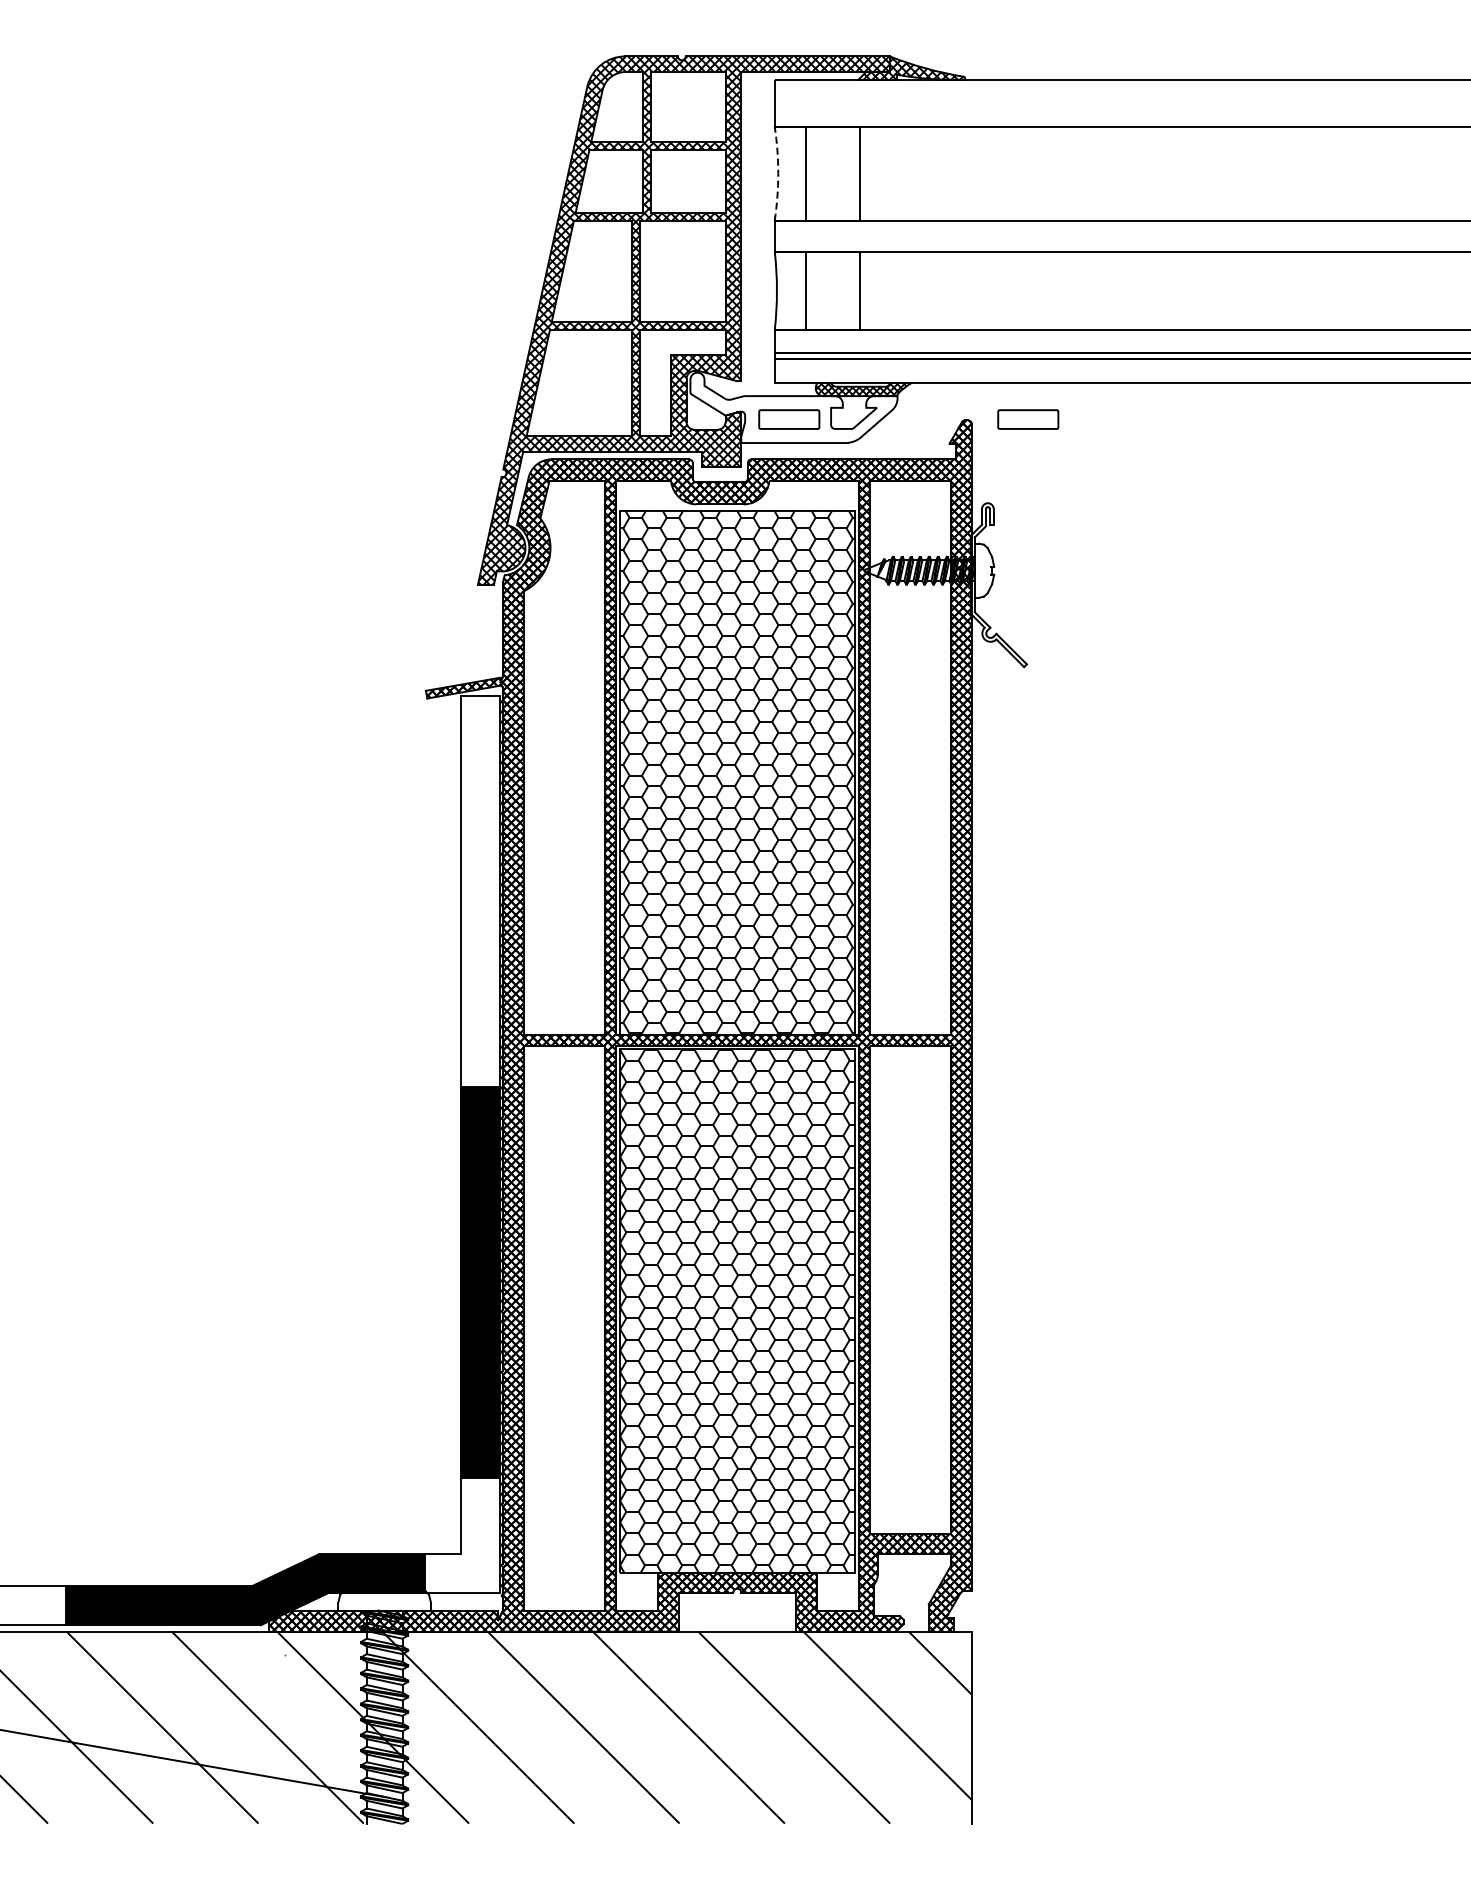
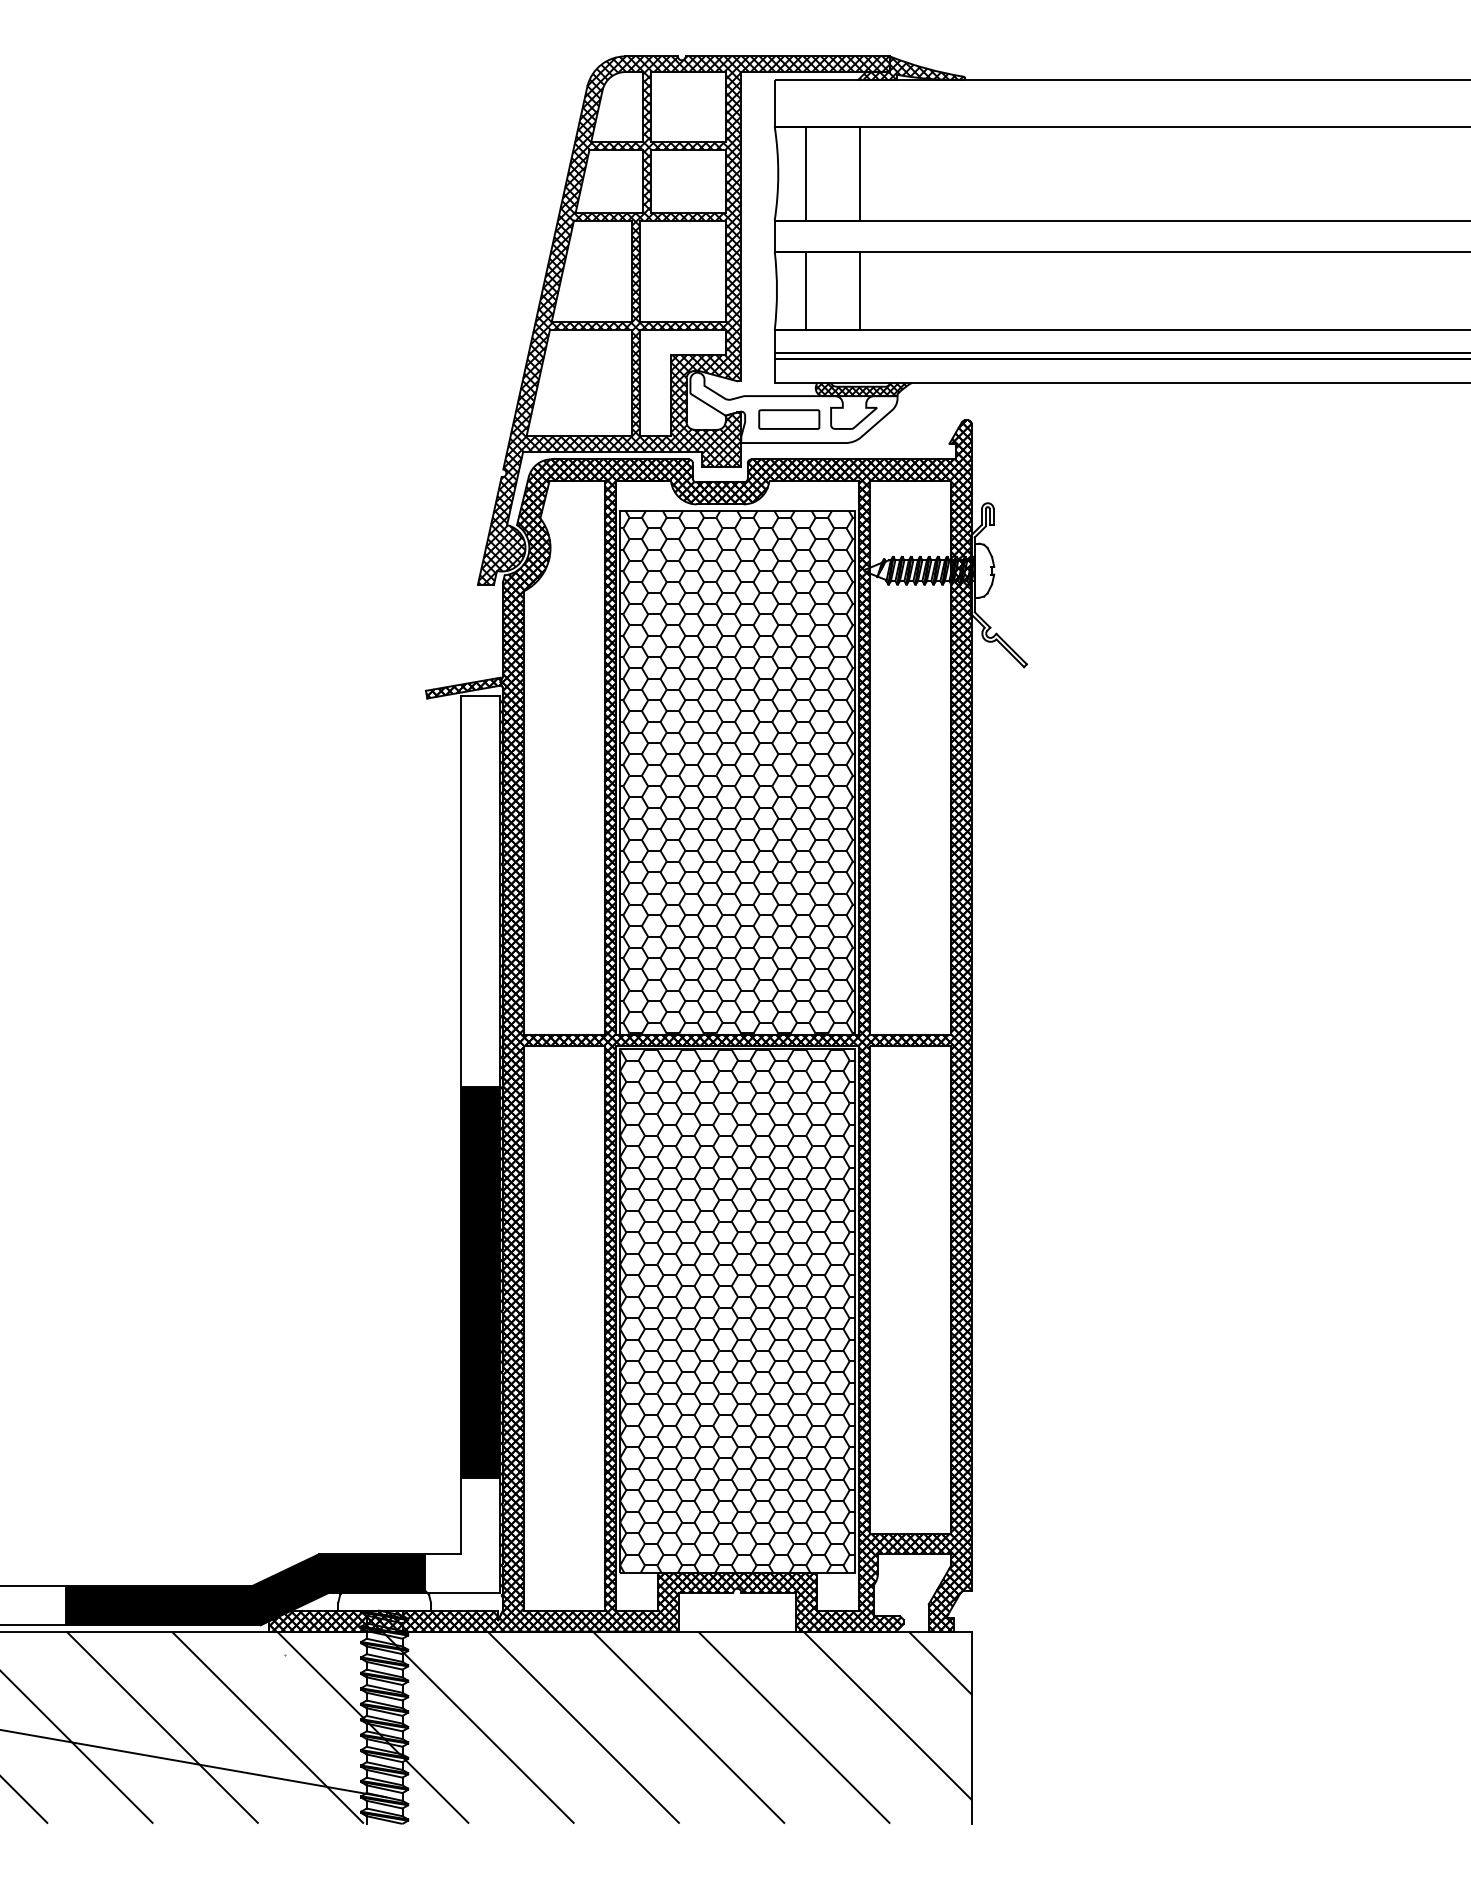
arc at (778, 173): dashed -> solid
part at (1028, 419): present -> none
